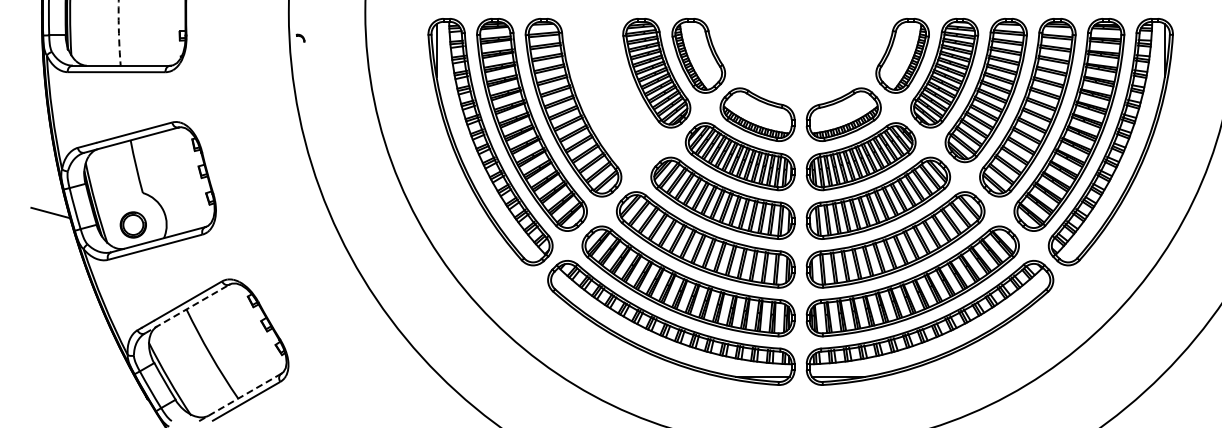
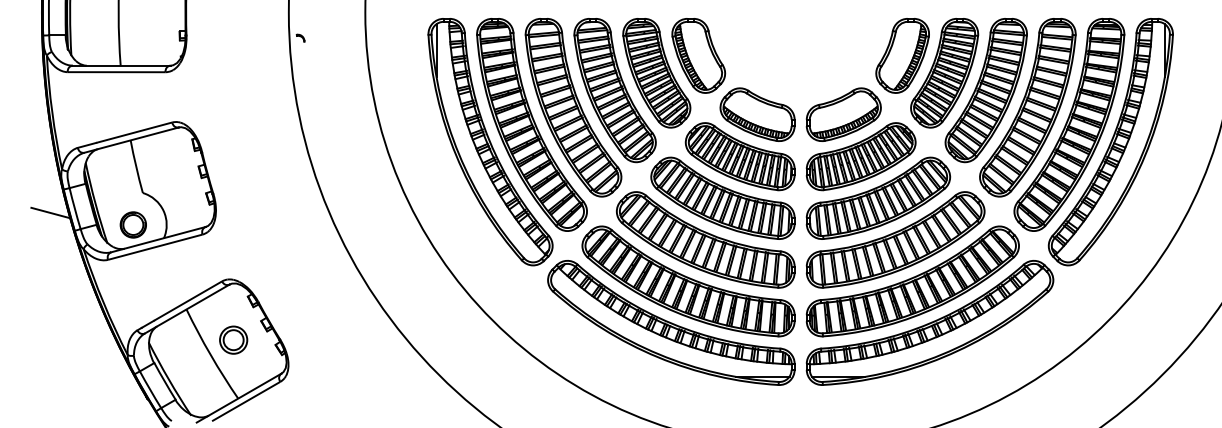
arc at (119, 33): dashed -> solid
part at (614, 90): none -> present
line at (187, 308): dashed -> solid
part at (233, 339): none -> present
line at (239, 398): dashed -> solid
